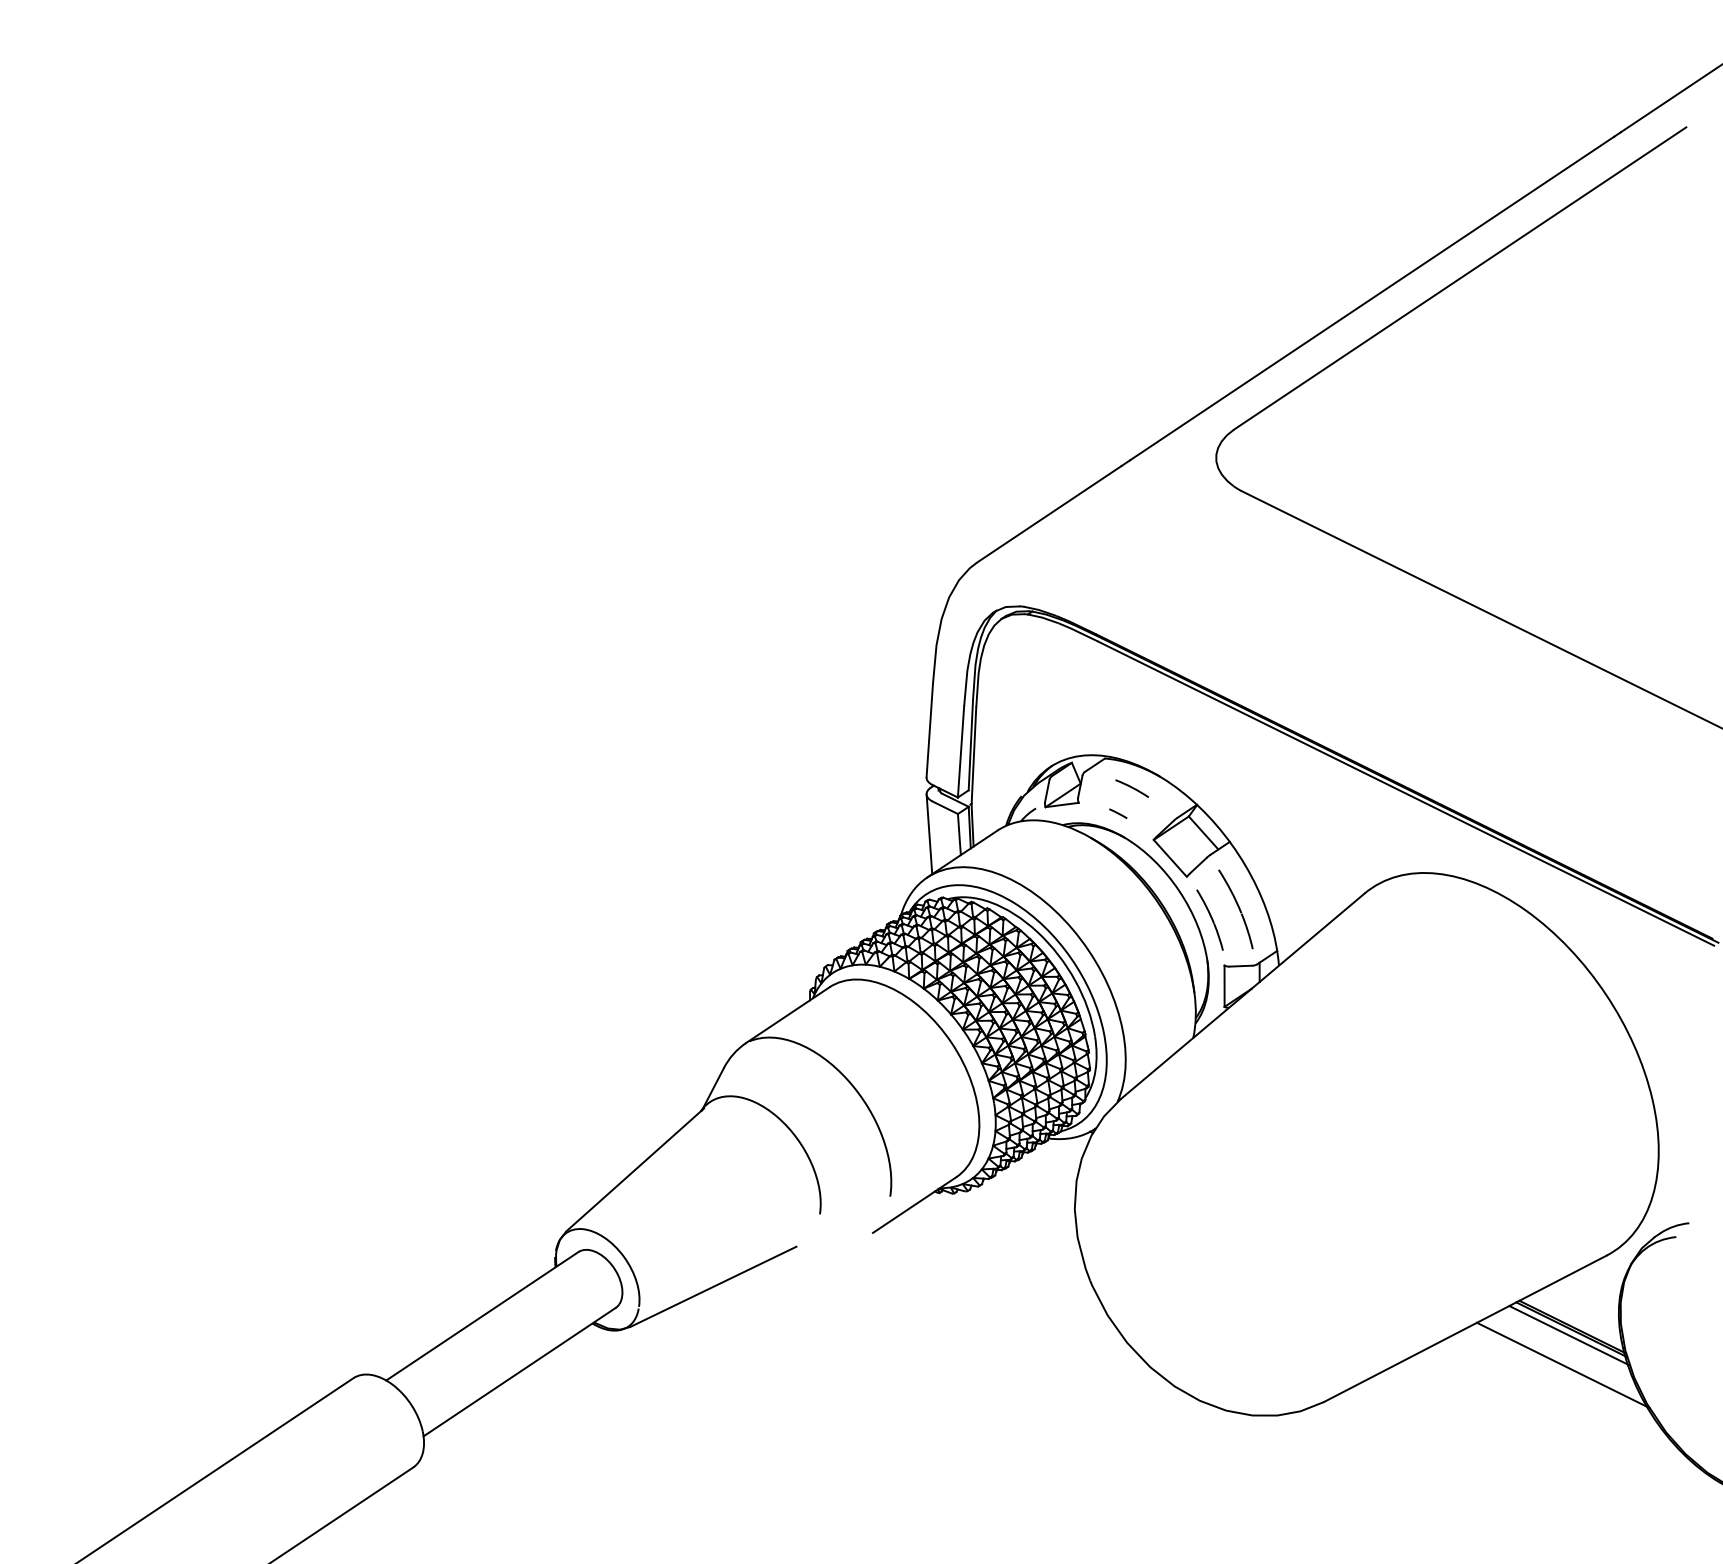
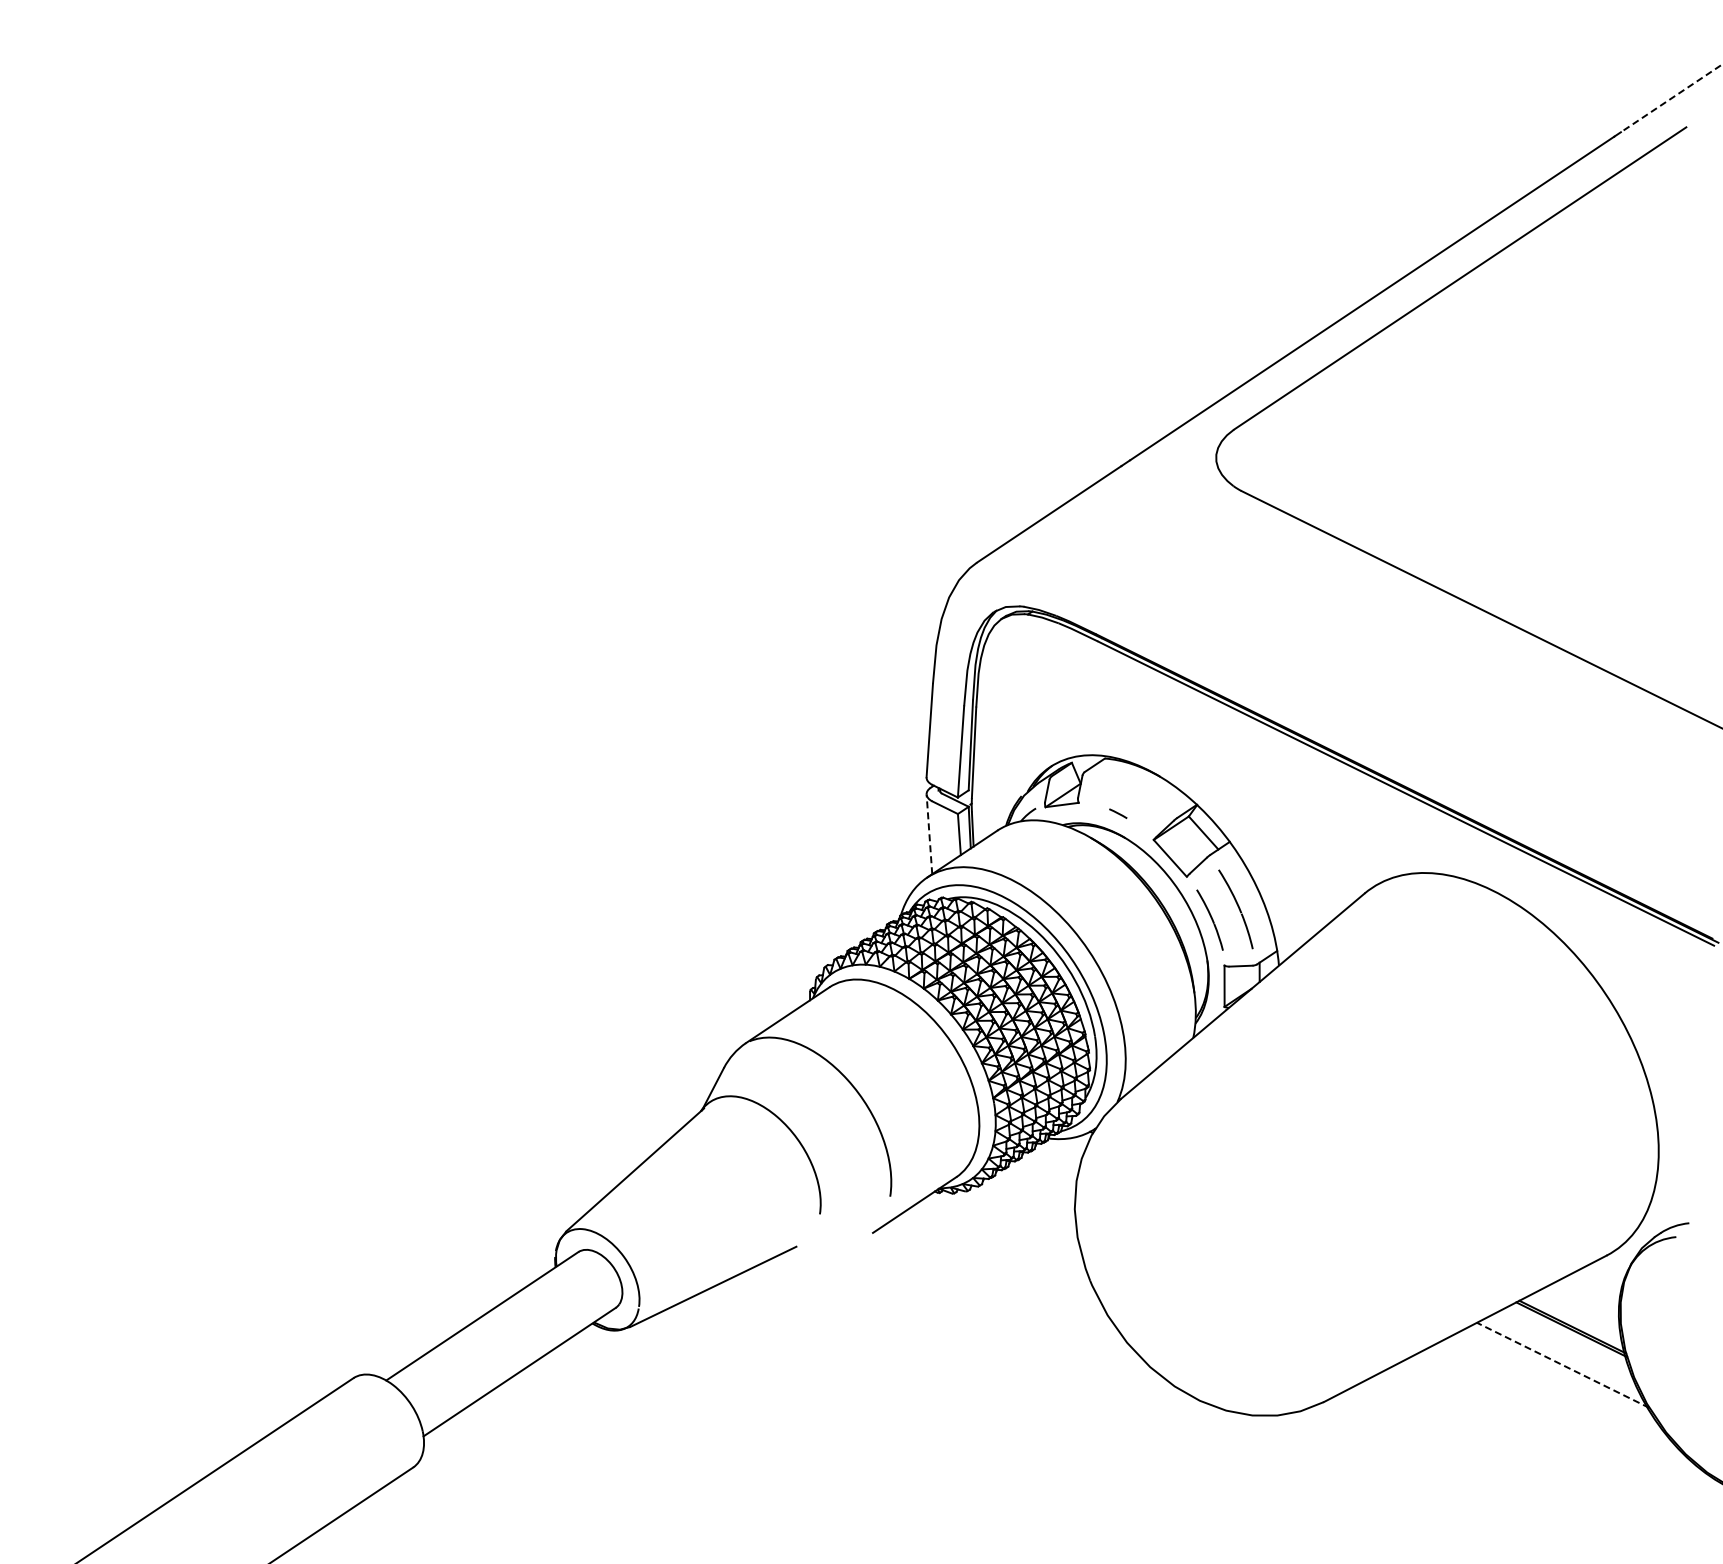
line at (1671, 98): solid -> dashed
curve at (1132, 788): present -> none
line at (929, 834): solid -> dashed
line at (1569, 1335): present -> none
line at (1562, 1365): solid -> dashed
